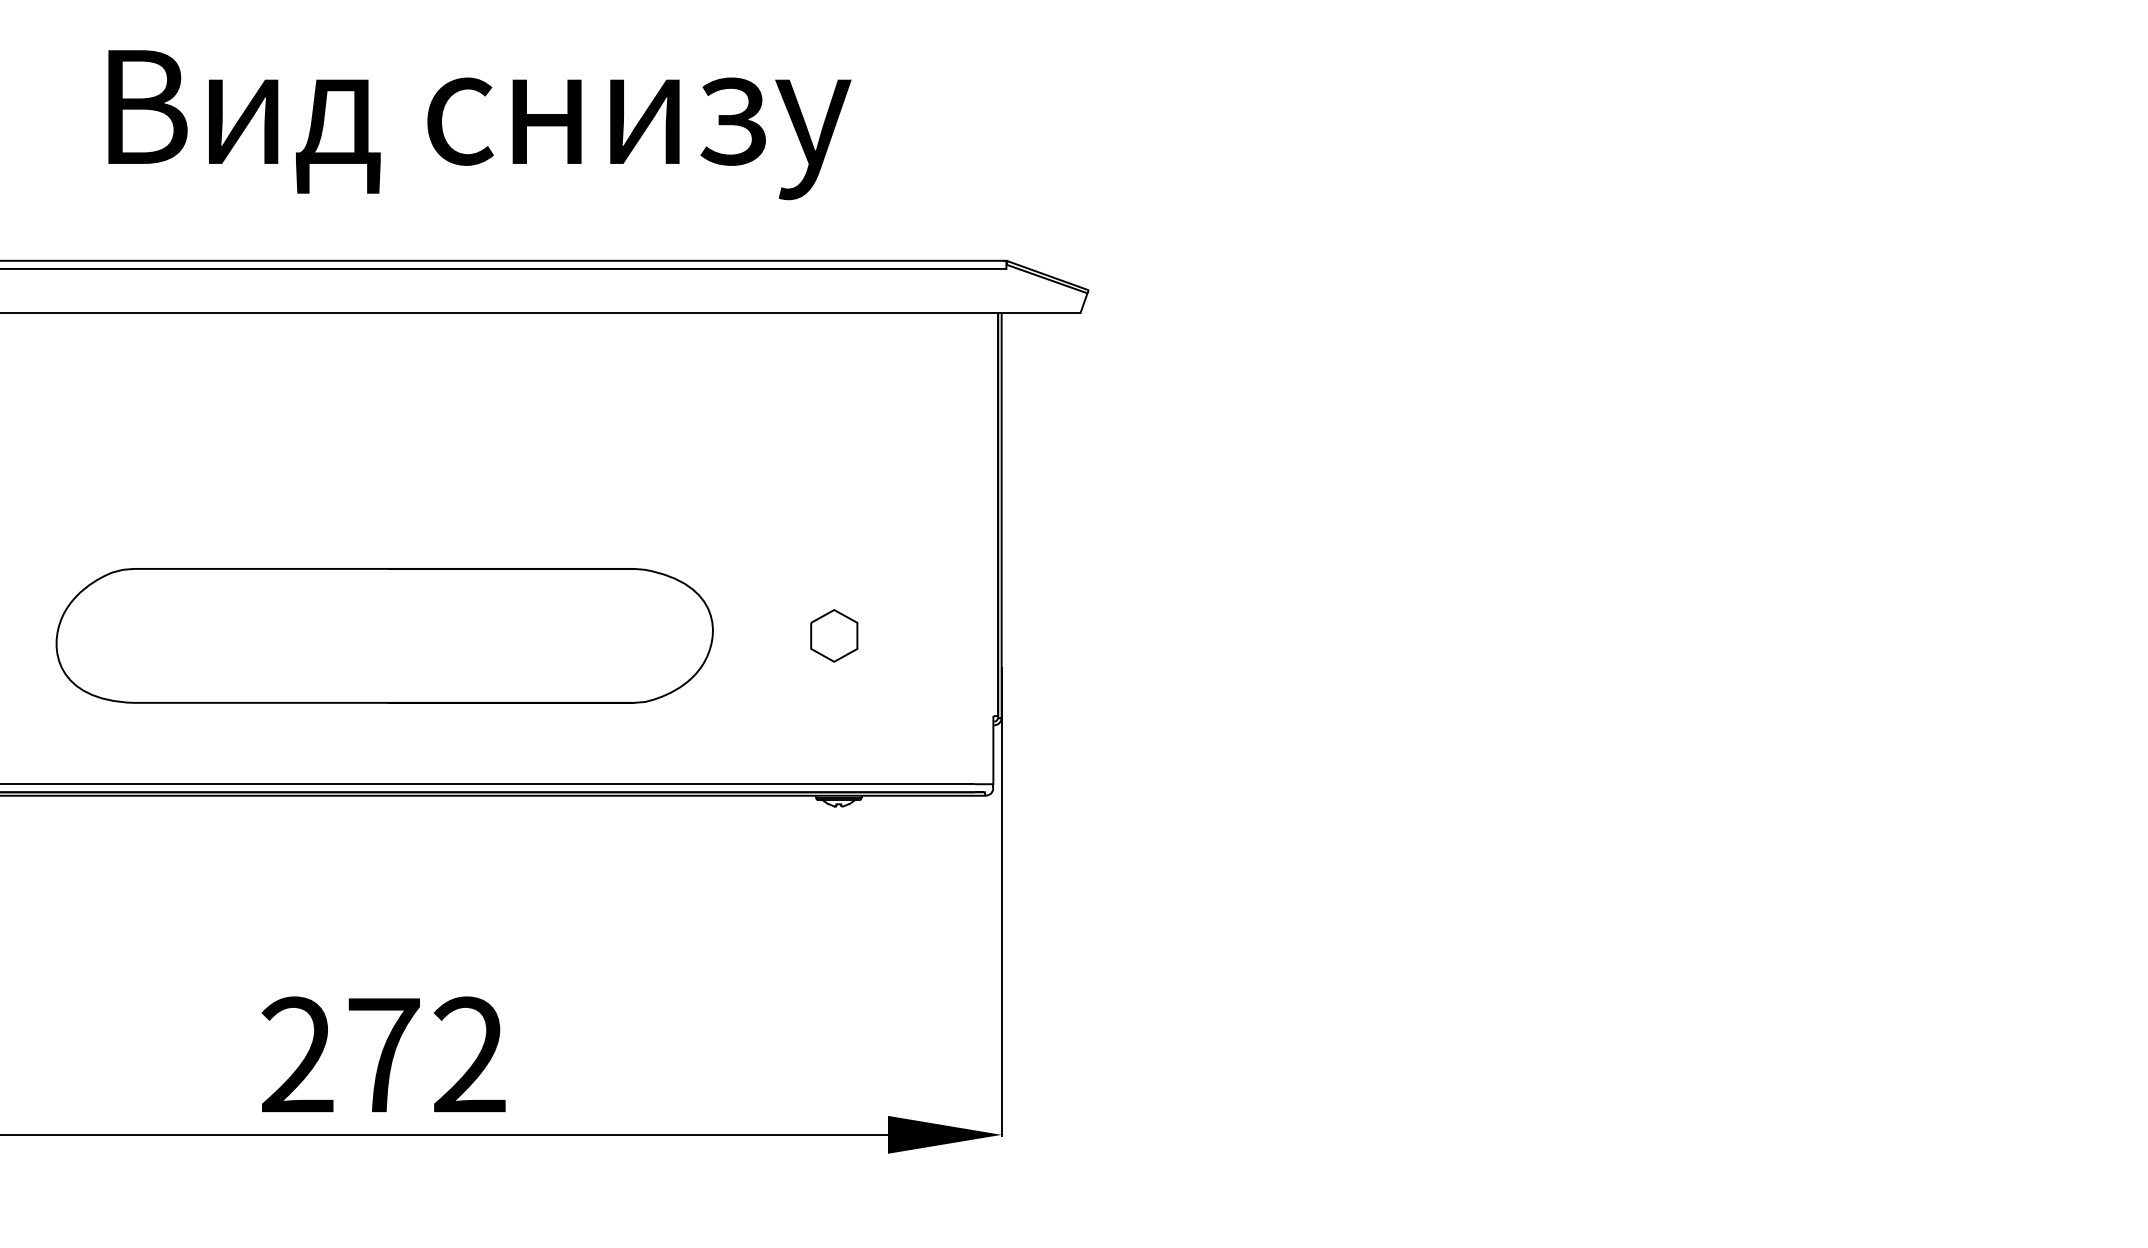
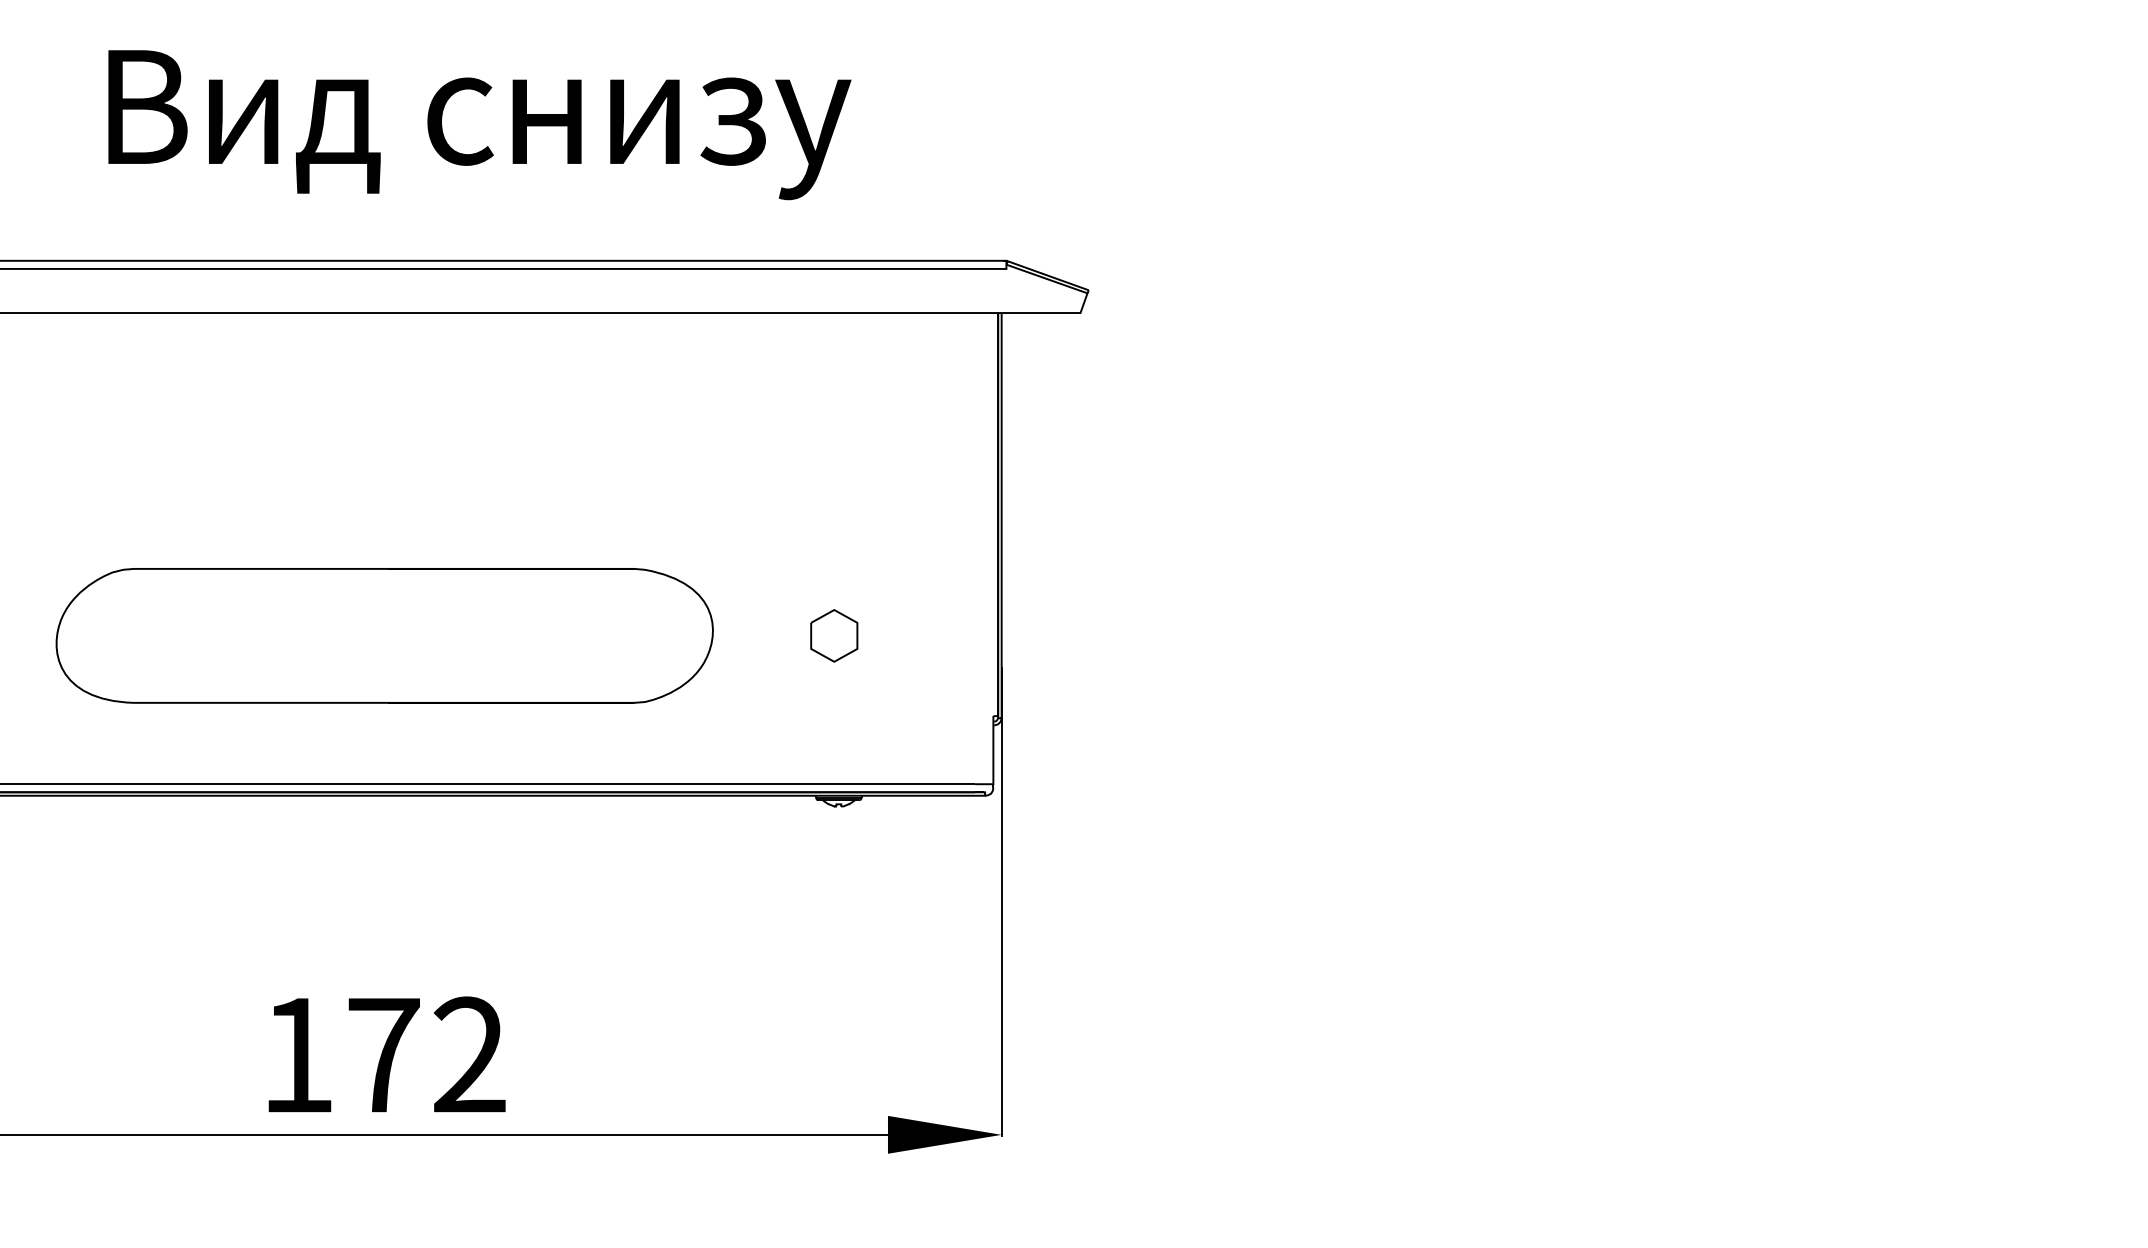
text at (297, 1054): 272 -> 172
